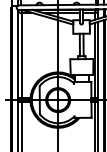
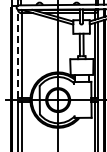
line at (17, 53): solid -> dashed
